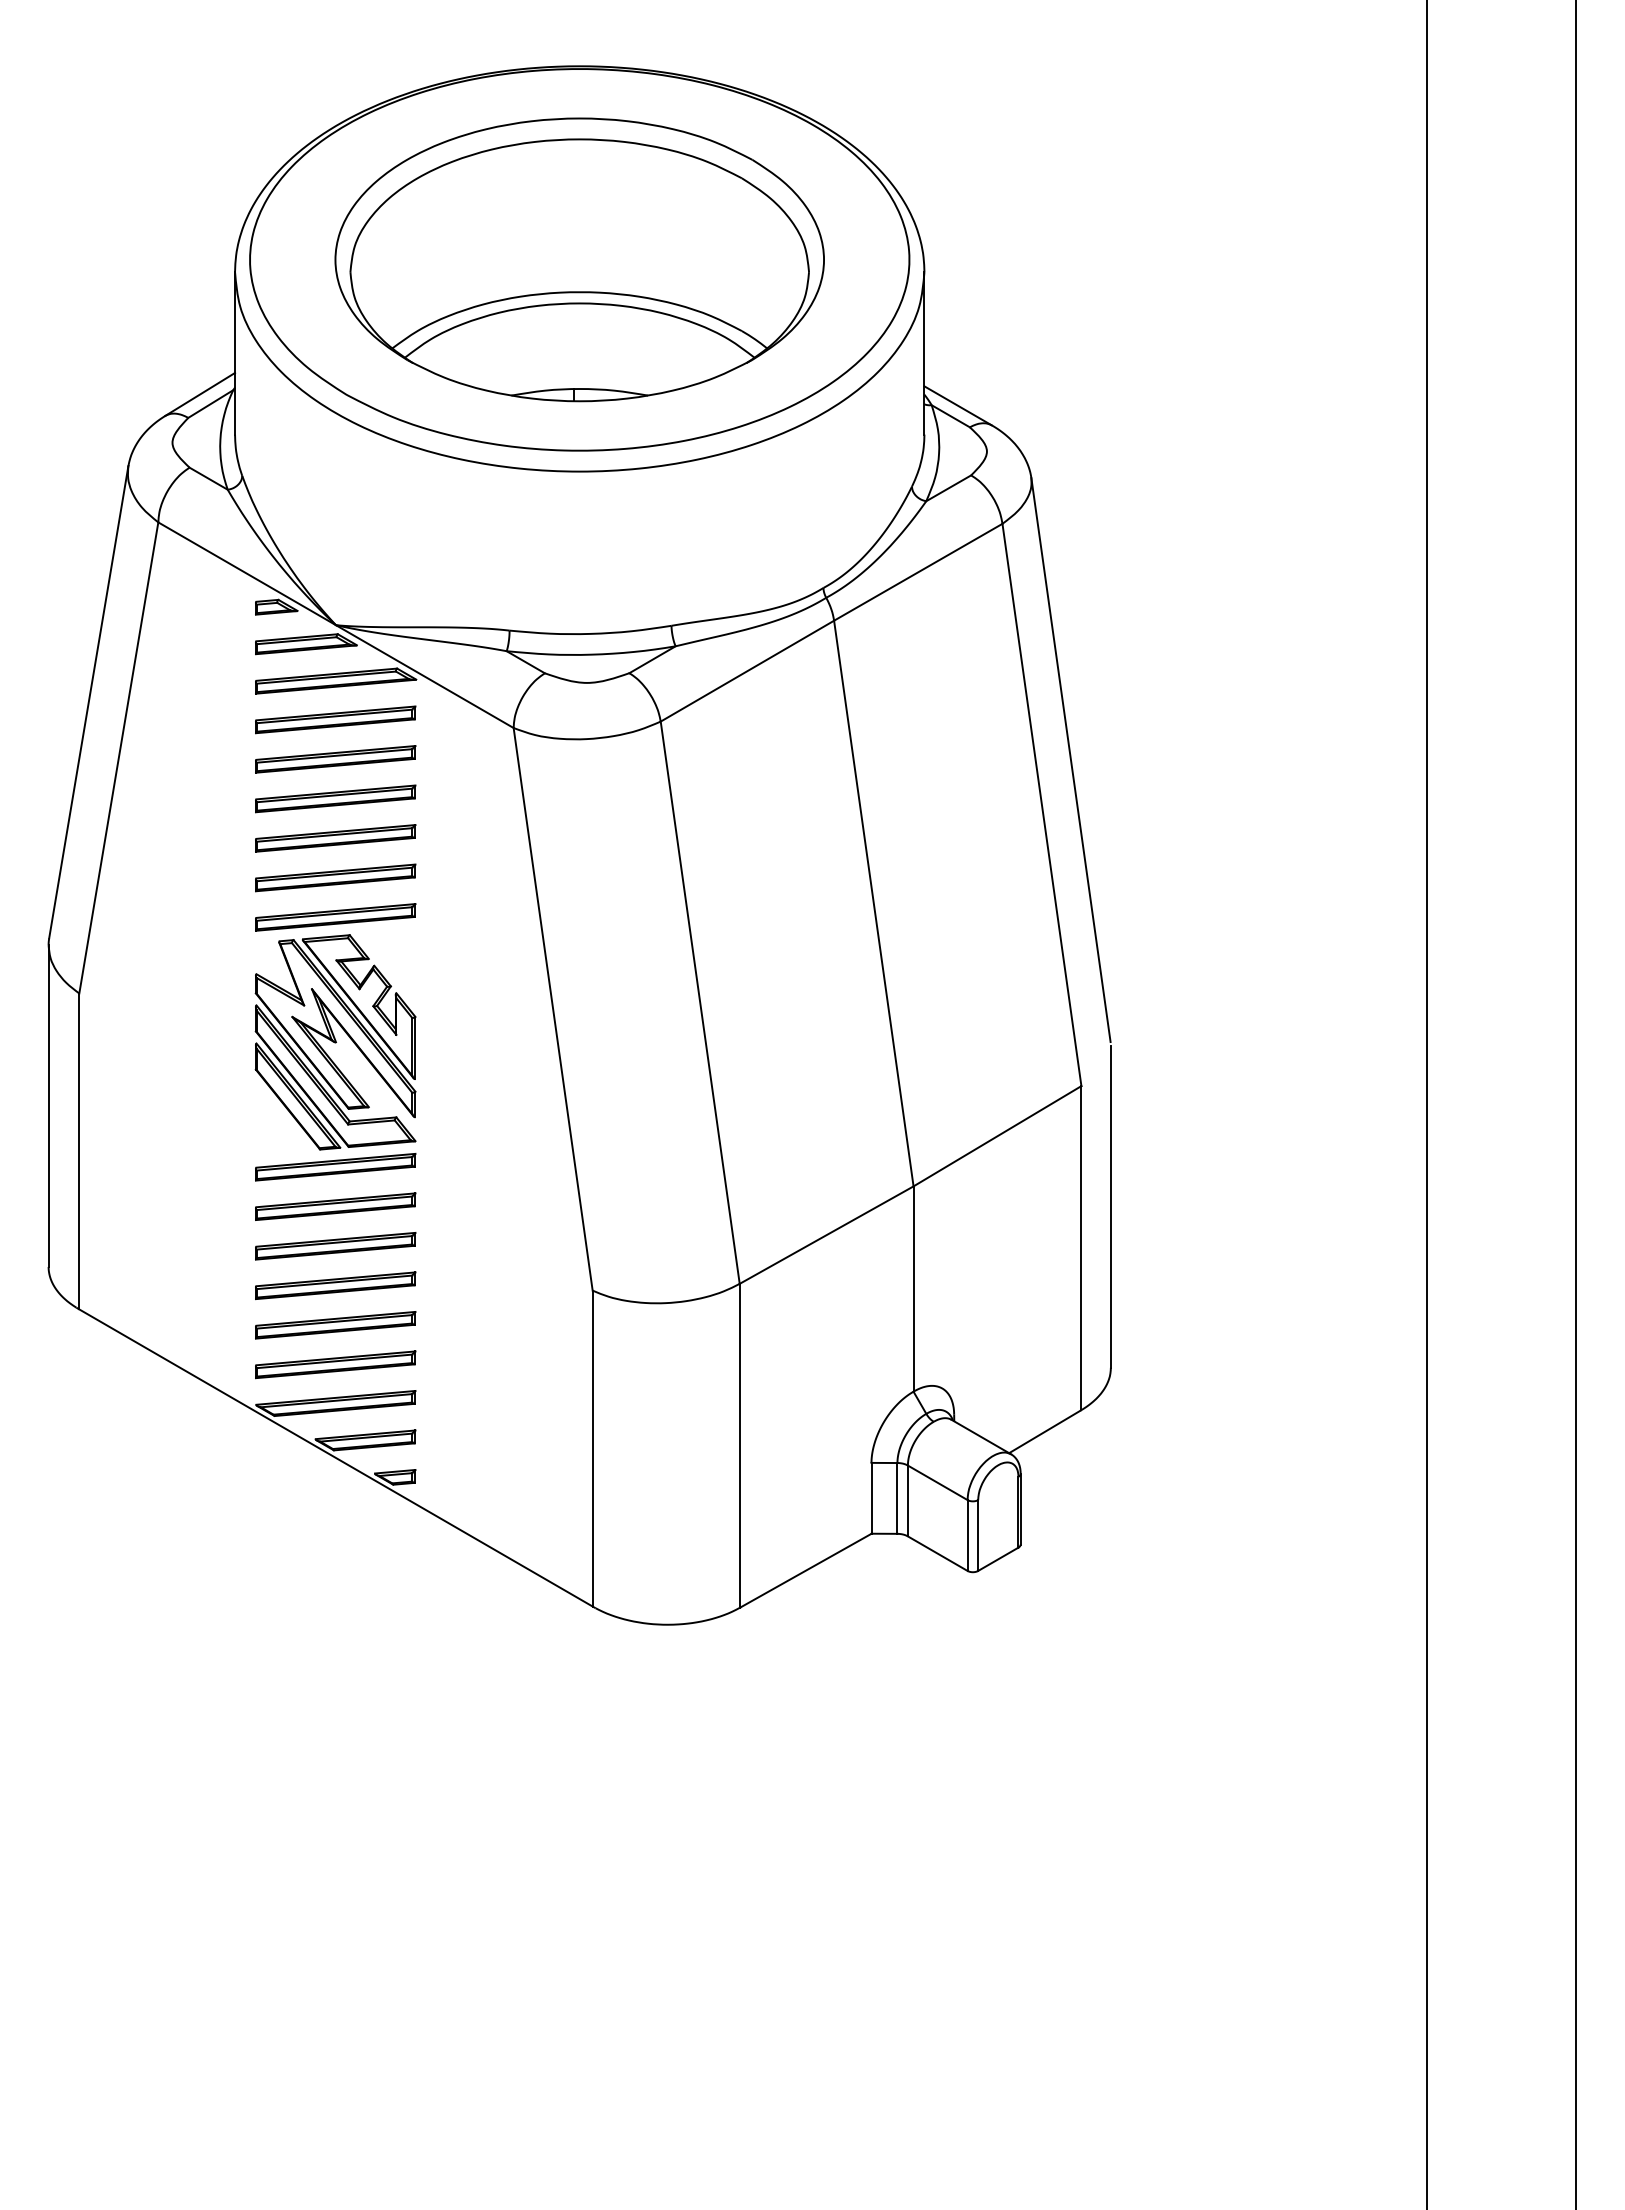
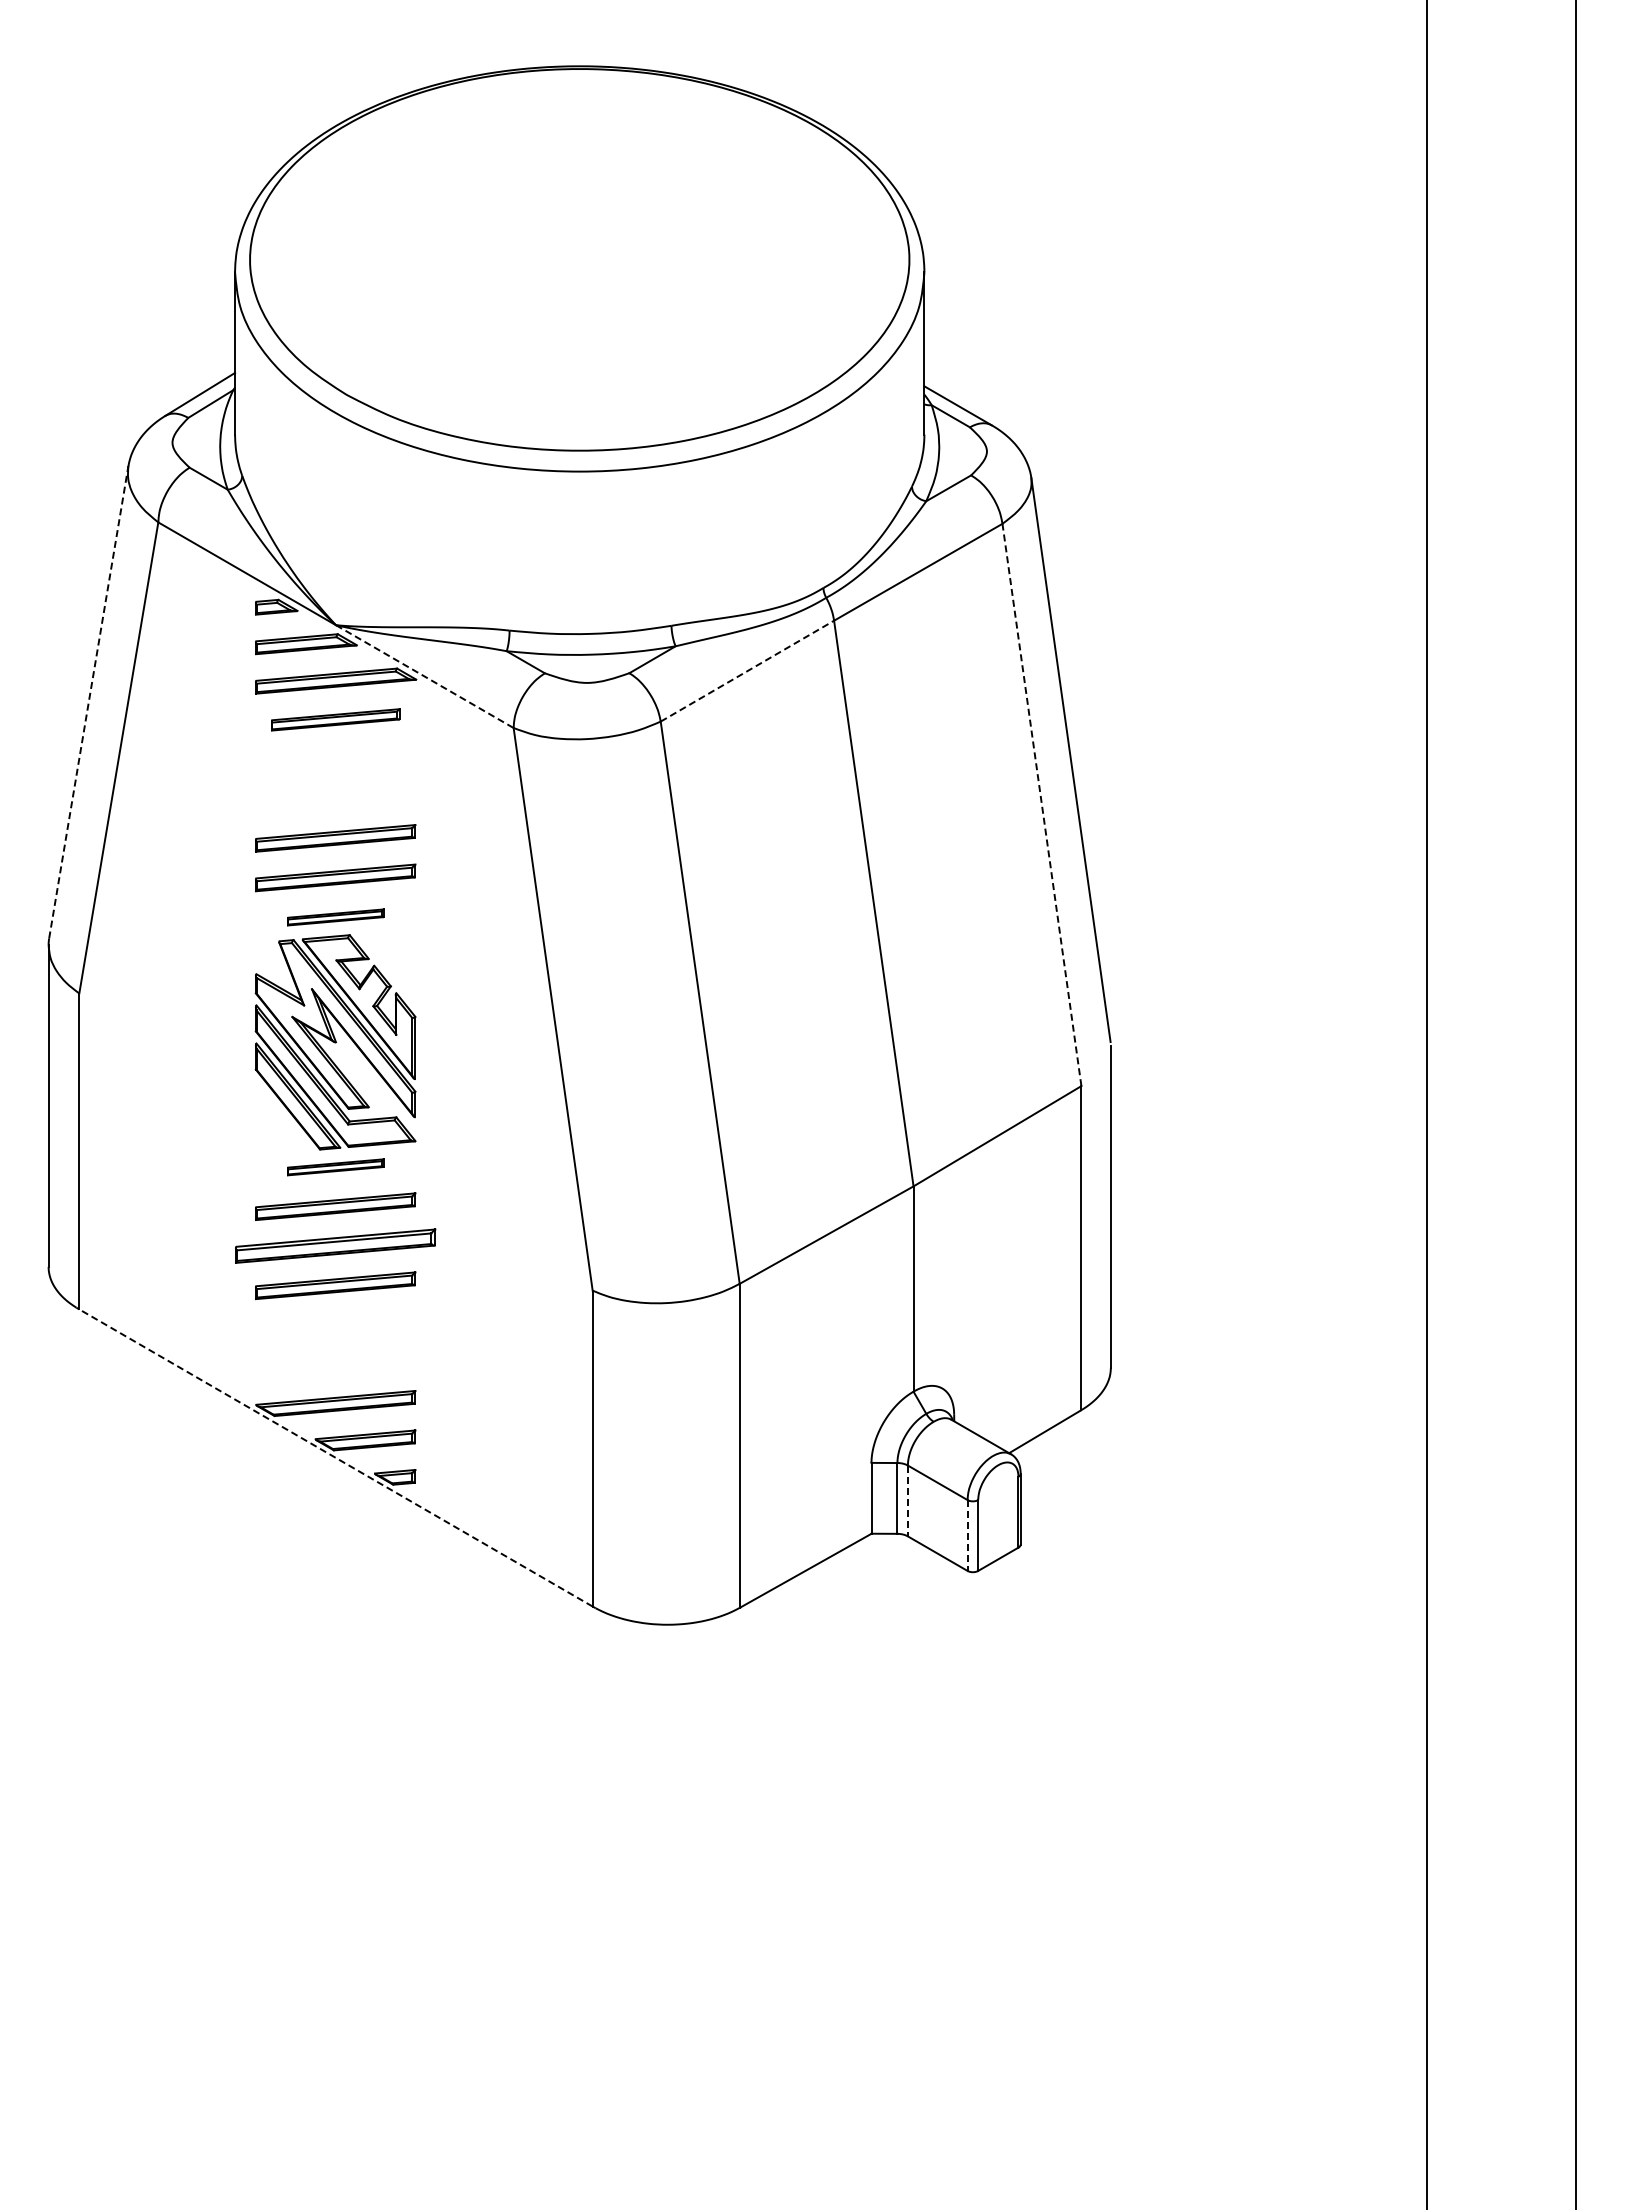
part at (579, 259): present -> none
line at (747, 670): solid -> dashed
line at (424, 676): solid -> dashed
line at (88, 701): solid -> dashed
part at (335, 719) size: 162x30 px -> 130x24 px
part at (335, 759): present -> none
part at (335, 798): present -> none
line at (1041, 804): solid -> dashed
part at (335, 917) size: 162x29 px -> 98x19 px
part at (335, 1167) size: 162x29 px -> 98x19 px
part at (335, 1246) size: 162x29 px -> 202x36 px
part at (335, 1325): present -> none
part at (335, 1364): present -> none
line at (336, 1457): solid -> dashed
line at (907, 1501): solid -> dashed
line at (967, 1536): solid -> dashed
